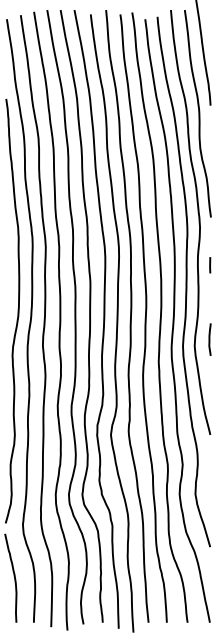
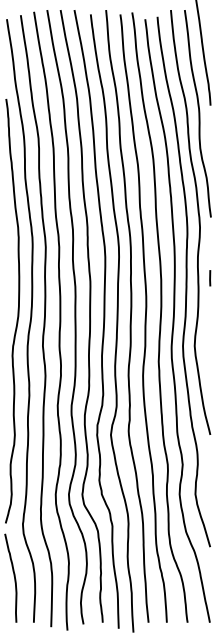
line at (210, 265) position: (210, 265) -> (210, 278)
line at (209, 339): present -> none
